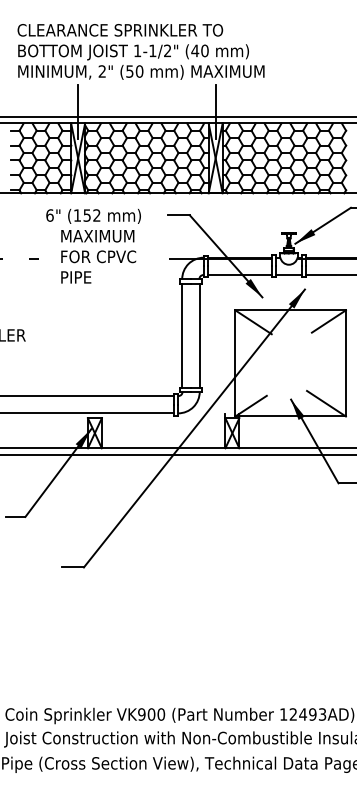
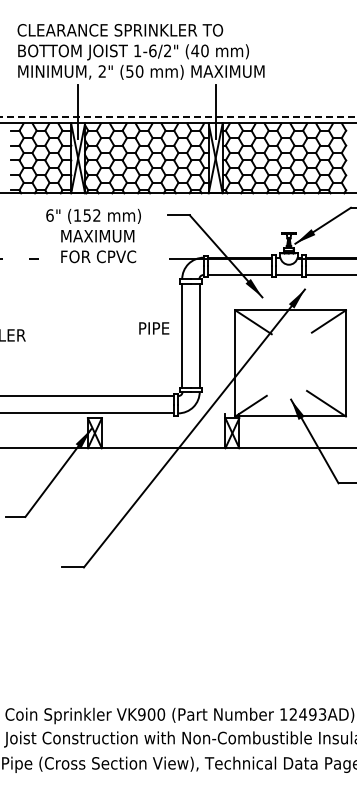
text at (152, 50): 1-1/2" -> 1-6/2"
line at (177, 117): solid -> dashed
text at (76, 277) position: (76, 277) -> (154, 328)
line at (177, 454): present -> none
